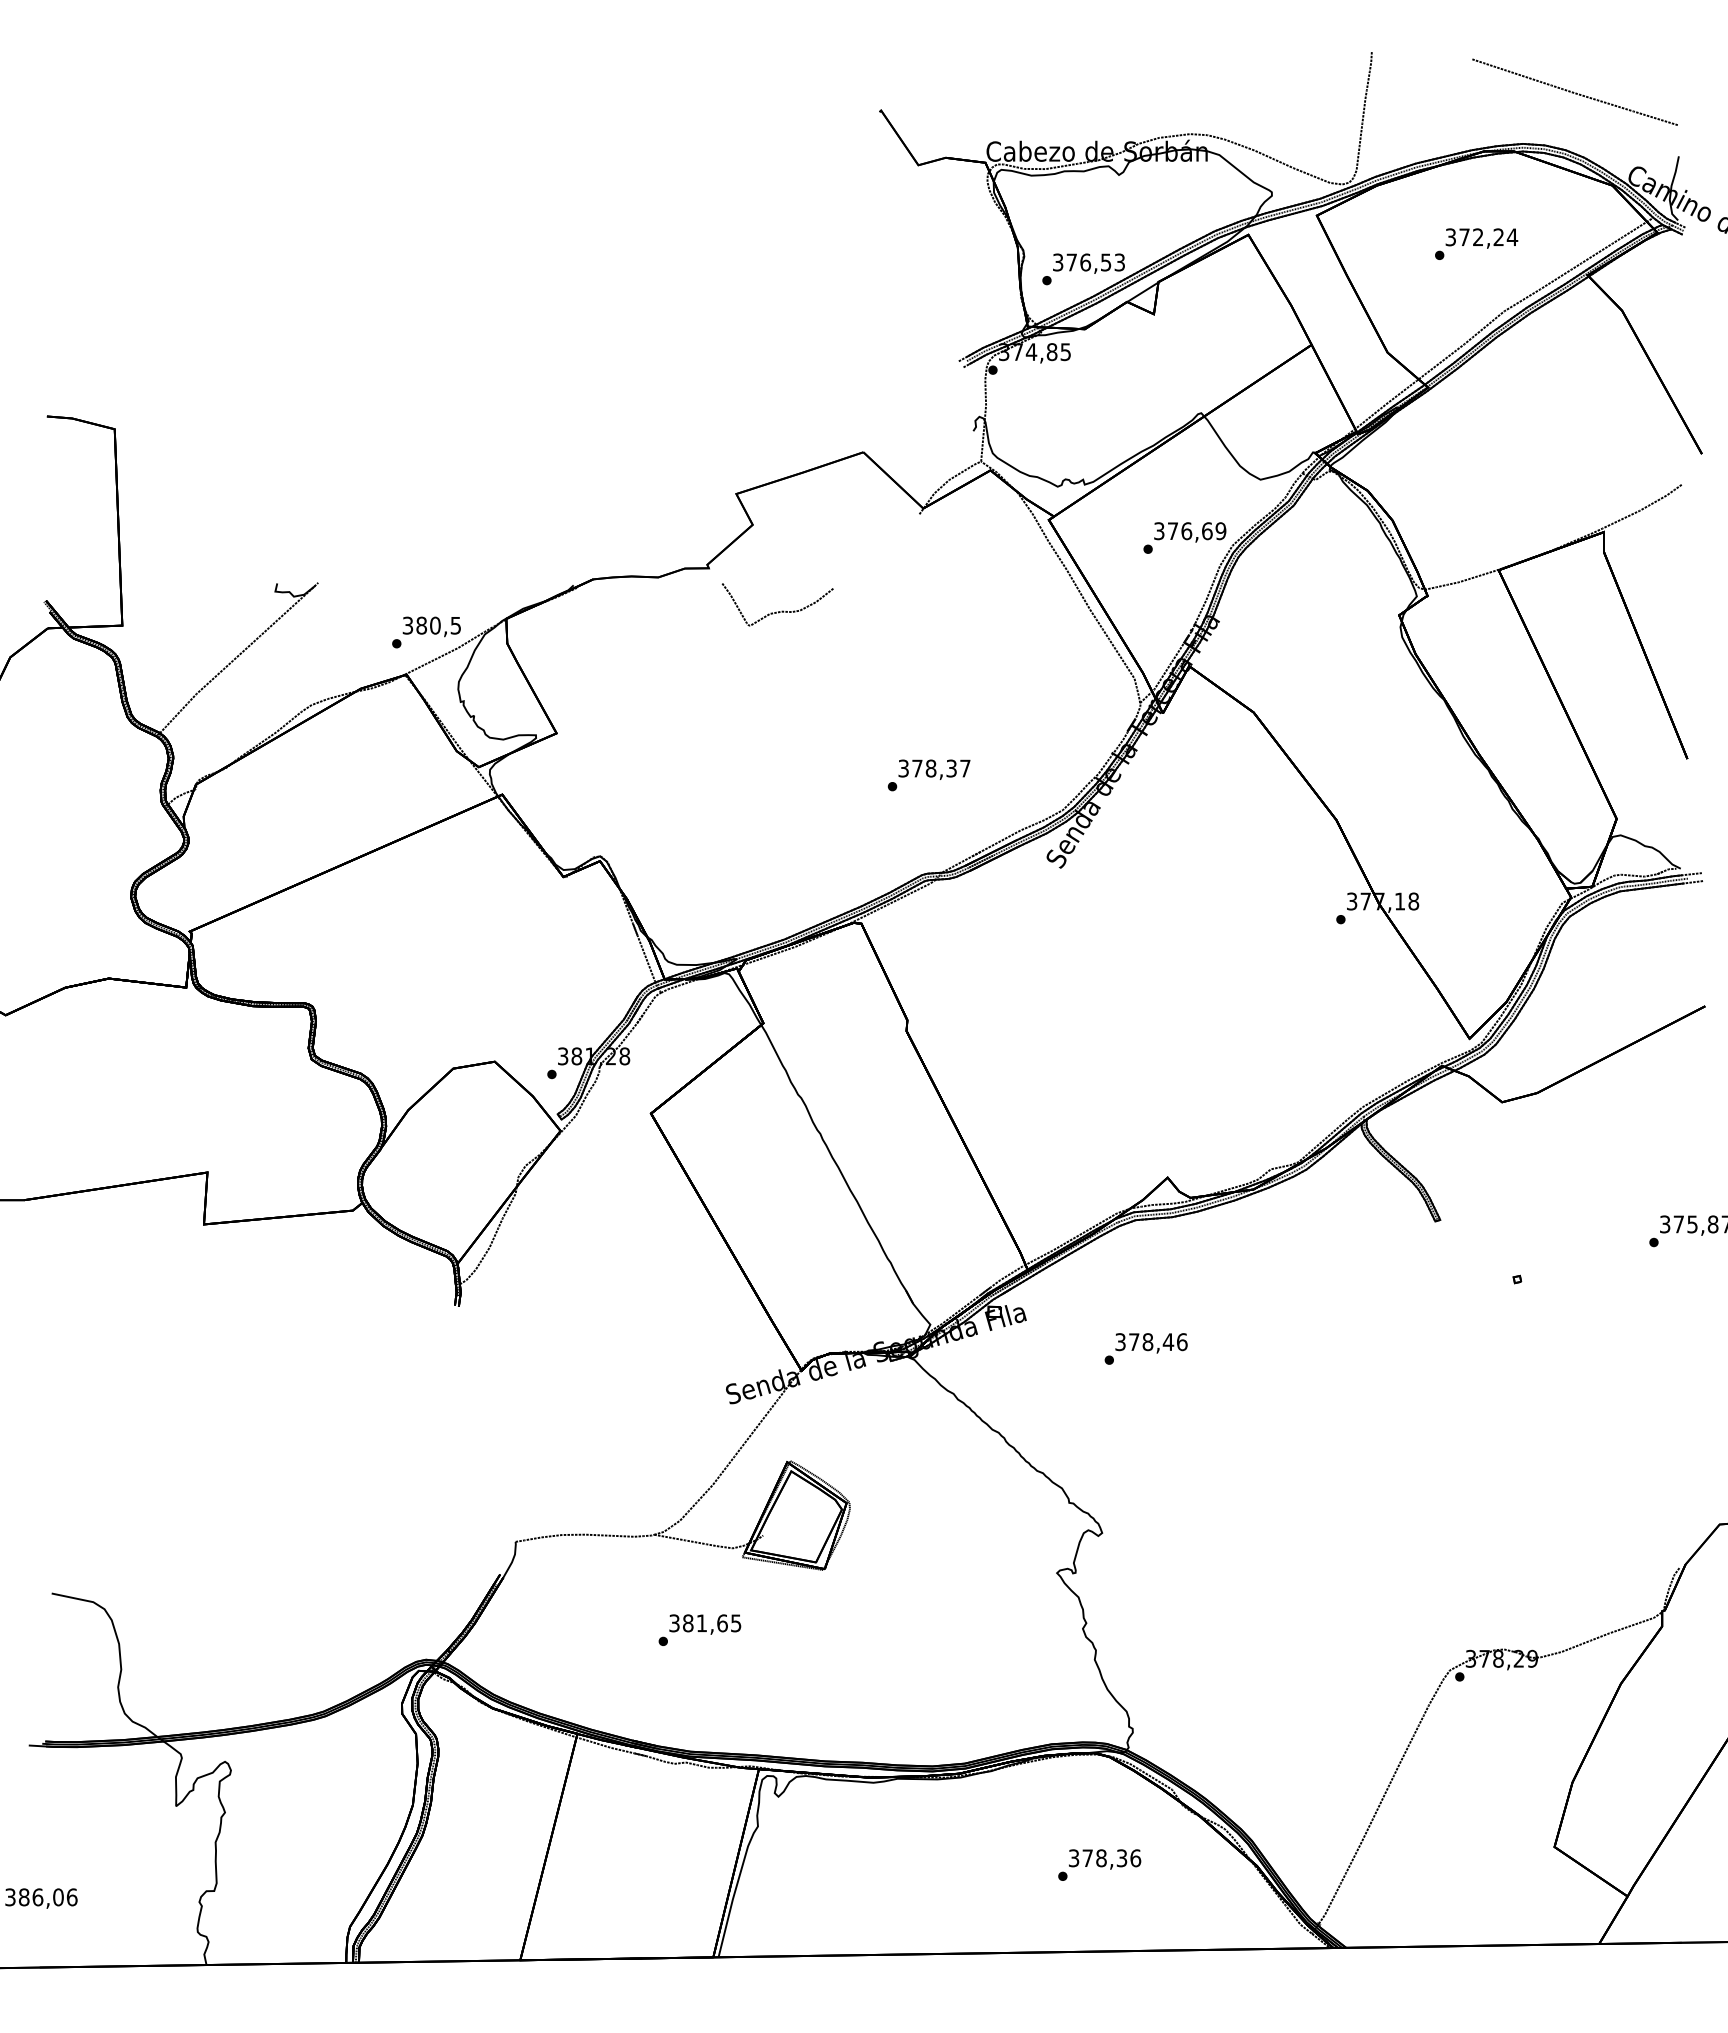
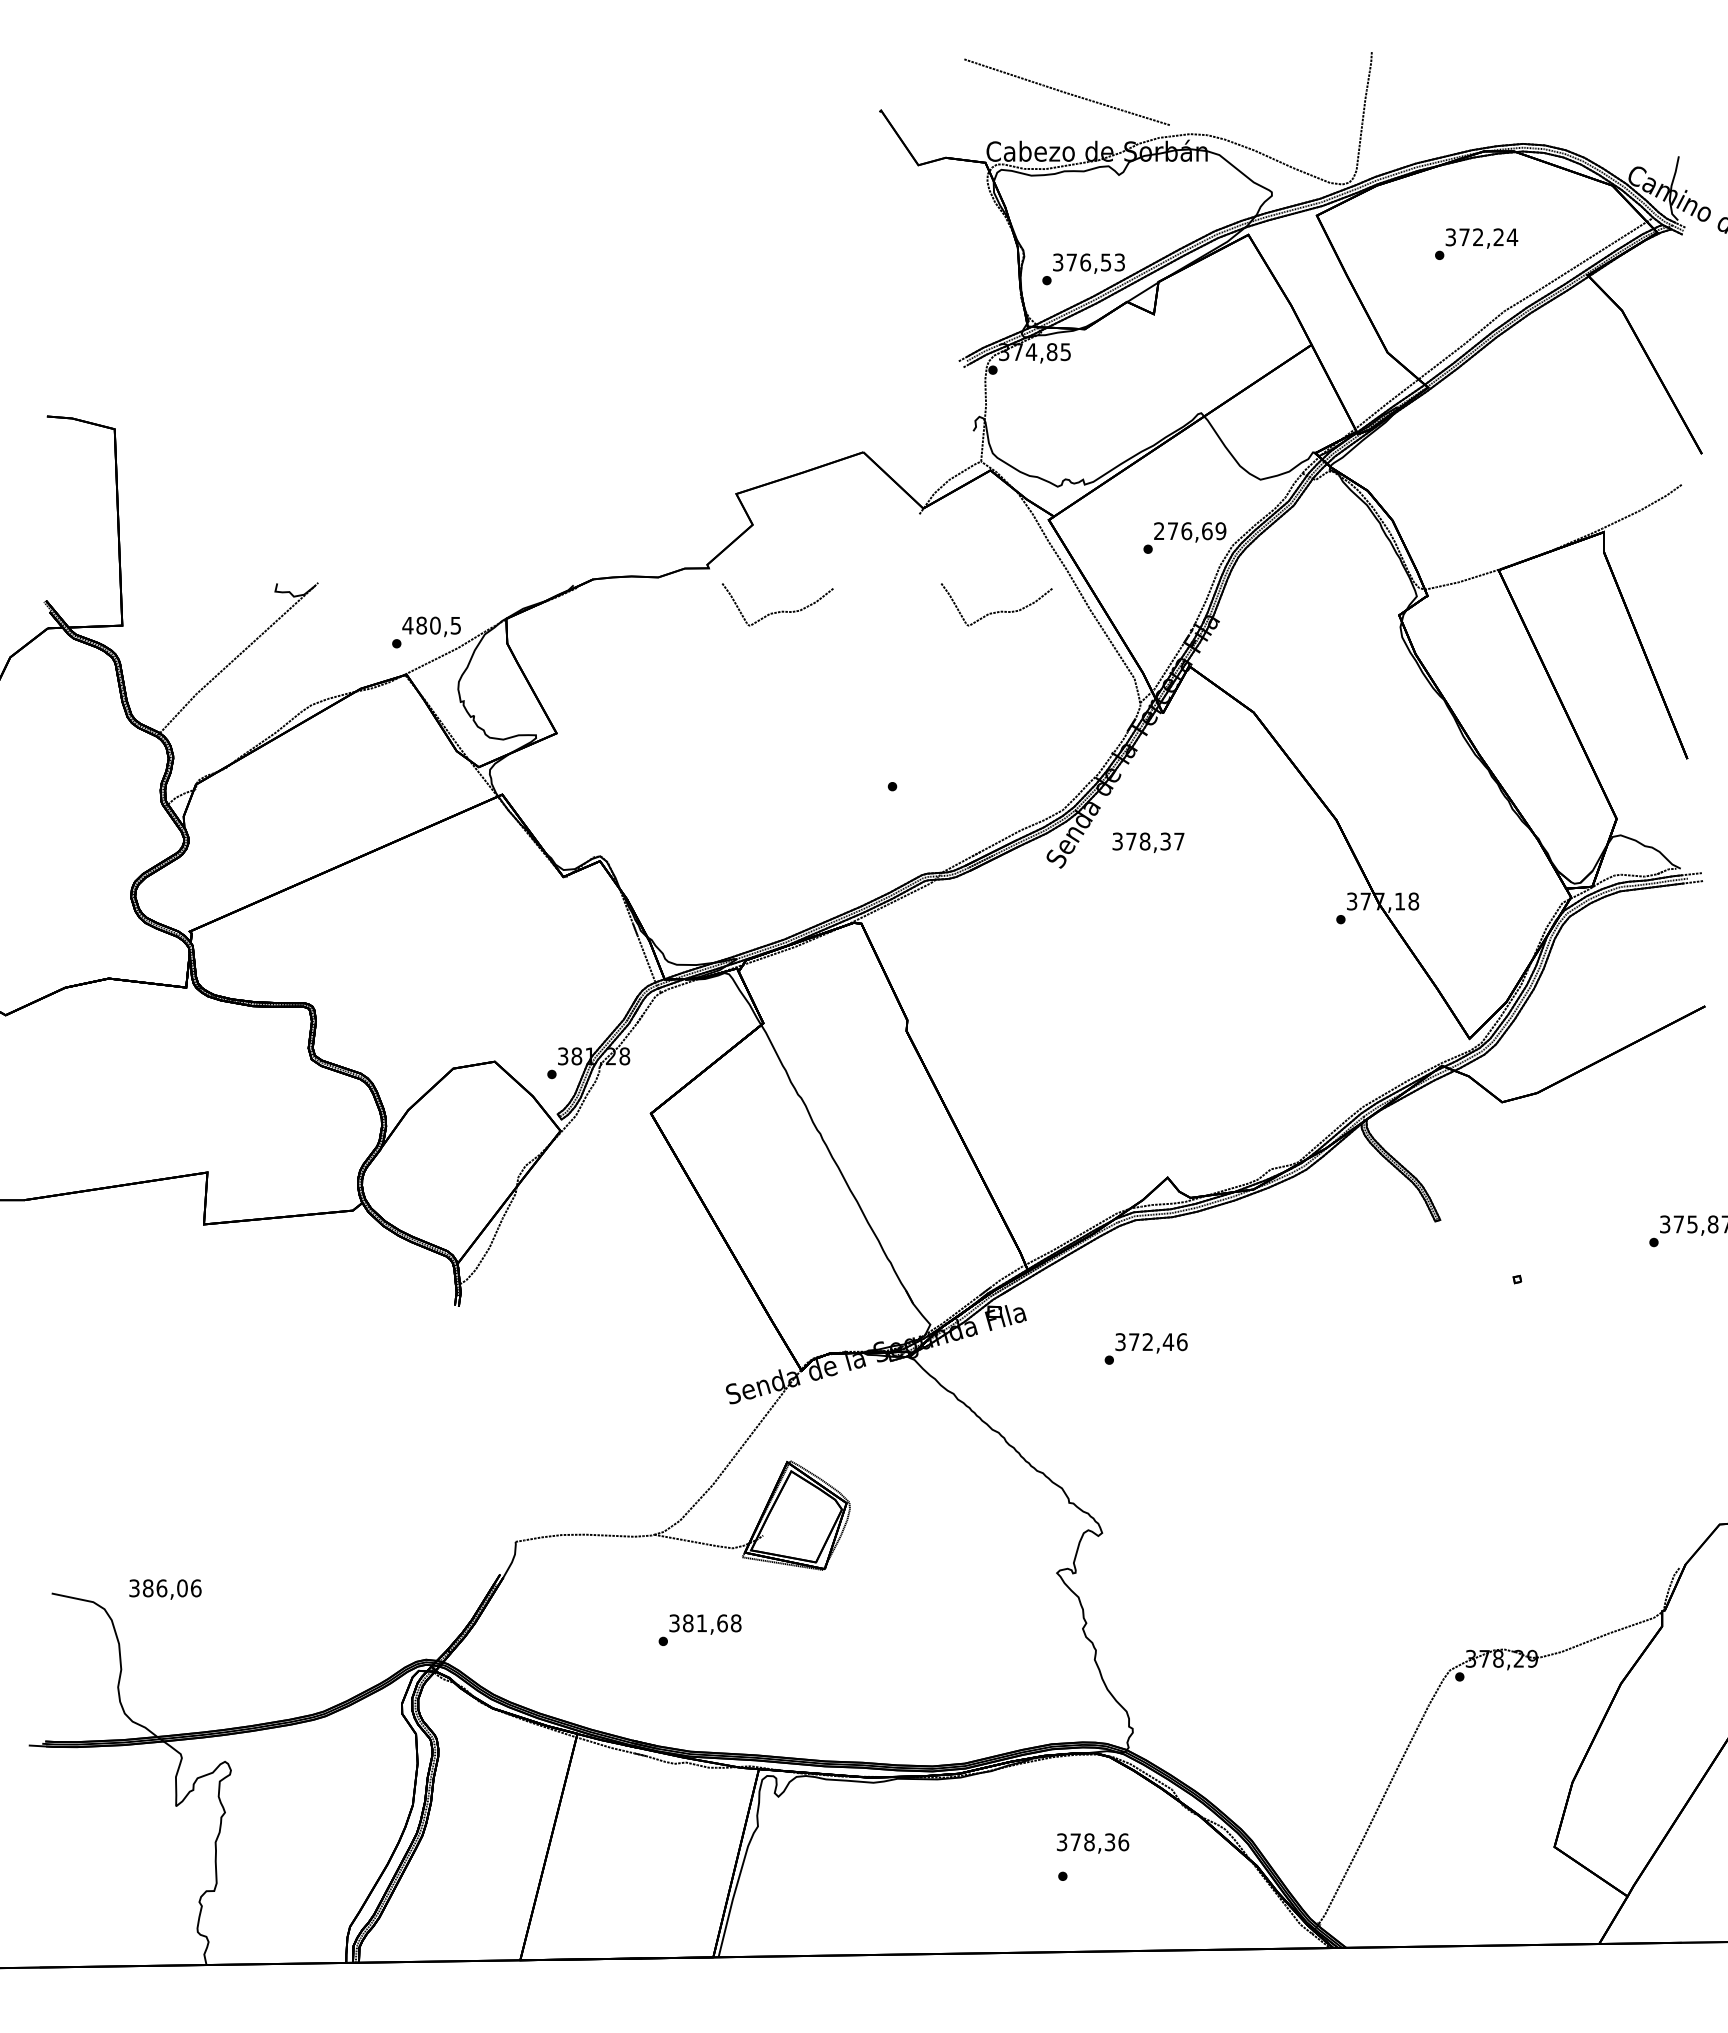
curve at (1573, 91) position: (1573, 91) -> (1065, 91)
text at (1159, 531): 376,69 -> 276,69
curve at (995, 611): none -> present
text at (407, 625): 380,5 -> 480,5
text at (934, 769) position: (934, 769) -> (1148, 842)
text at (1147, 1342): 378,46 -> 372,46
text at (735, 1623): 381,65 -> 381,68
text at (1105, 1859) position: (1105, 1859) -> (1093, 1843)
text at (41, 1898) position: (41, 1898) -> (165, 1589)
